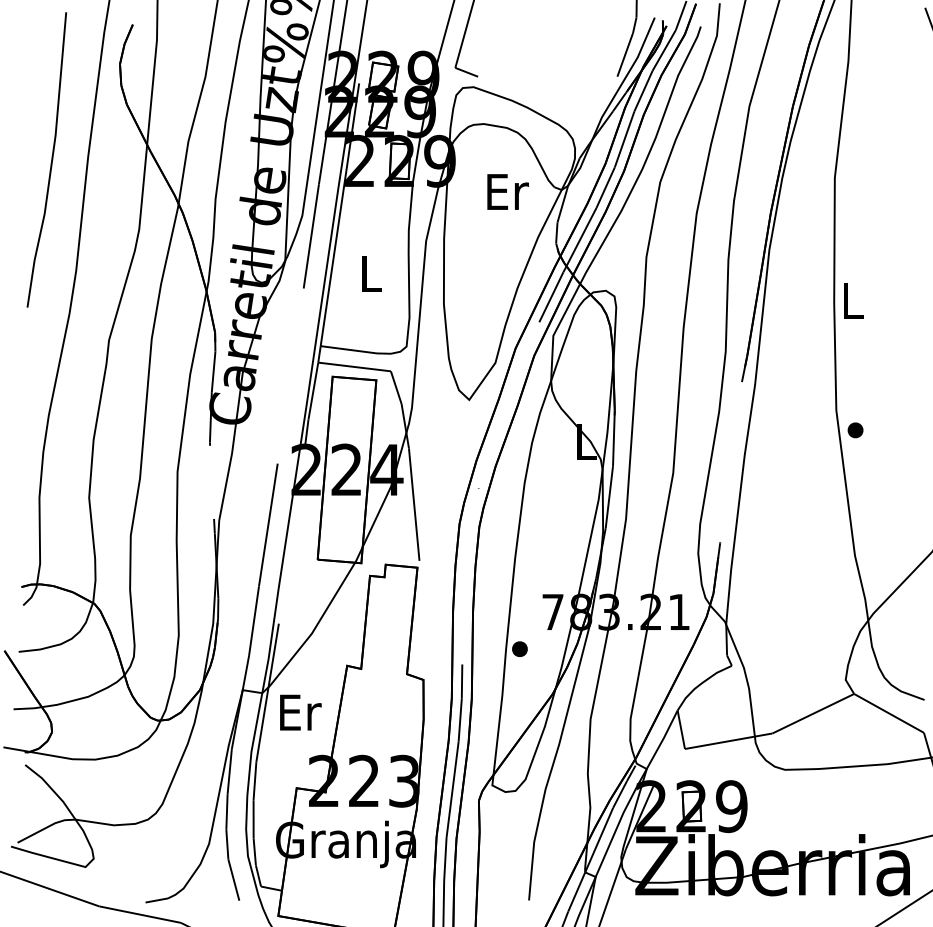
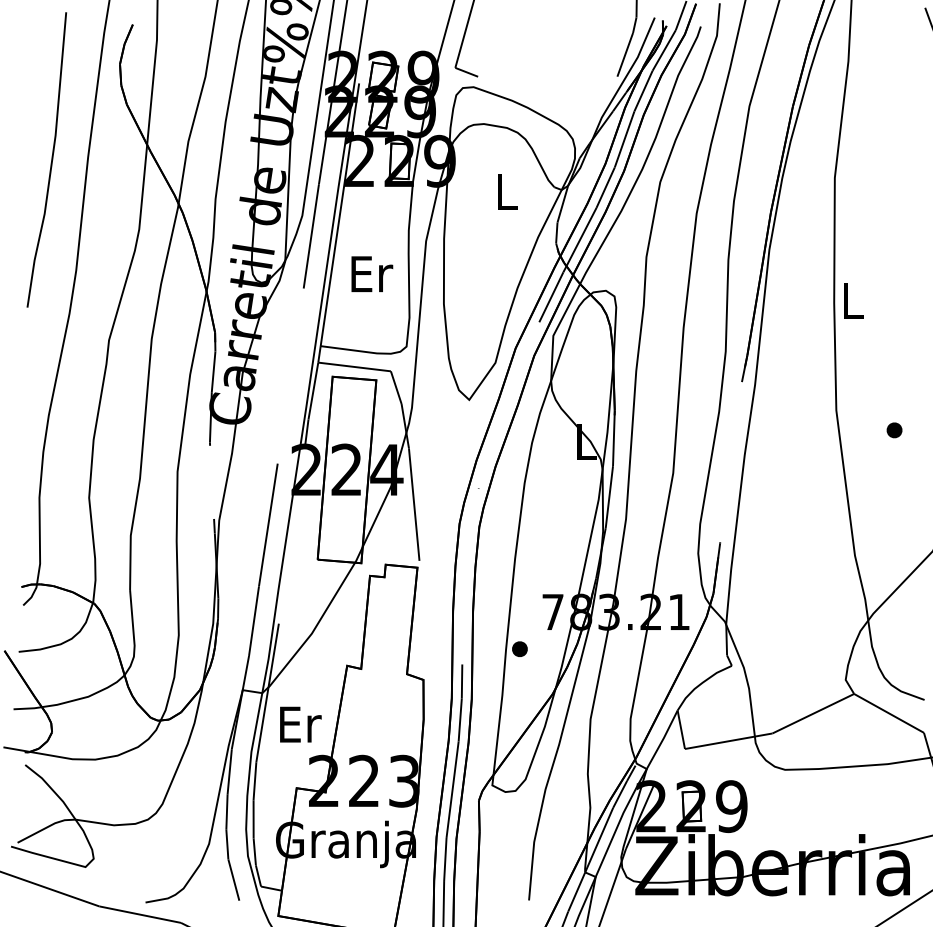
text at (507, 191): Er -> L
text at (372, 274): L -> Er
part at (855, 430) position: (855, 430) -> (894, 430)
text at (300, 712) position: (300, 712) -> (300, 724)
